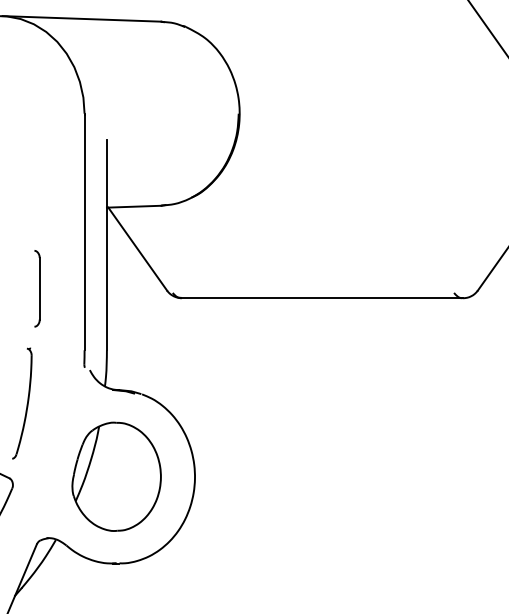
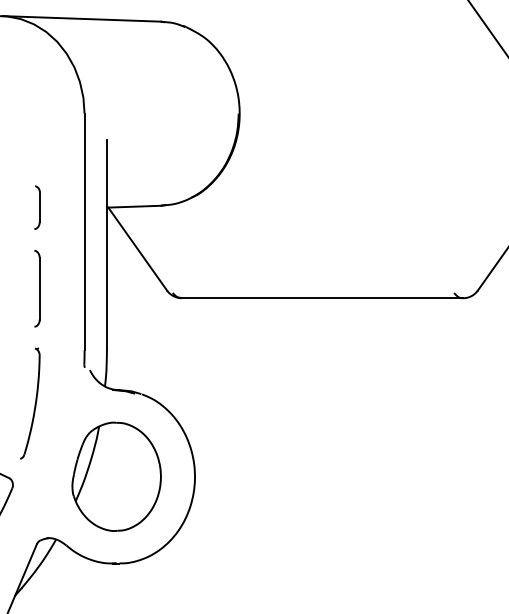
part at (37, 207): none -> present
part at (22, 403) position: (22, 403) -> (30, 403)
